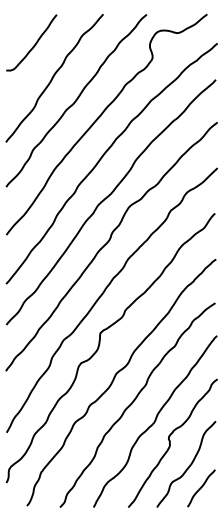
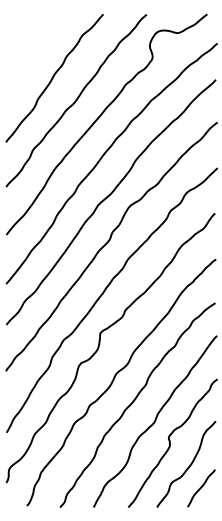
curve at (34, 44): present -> none
